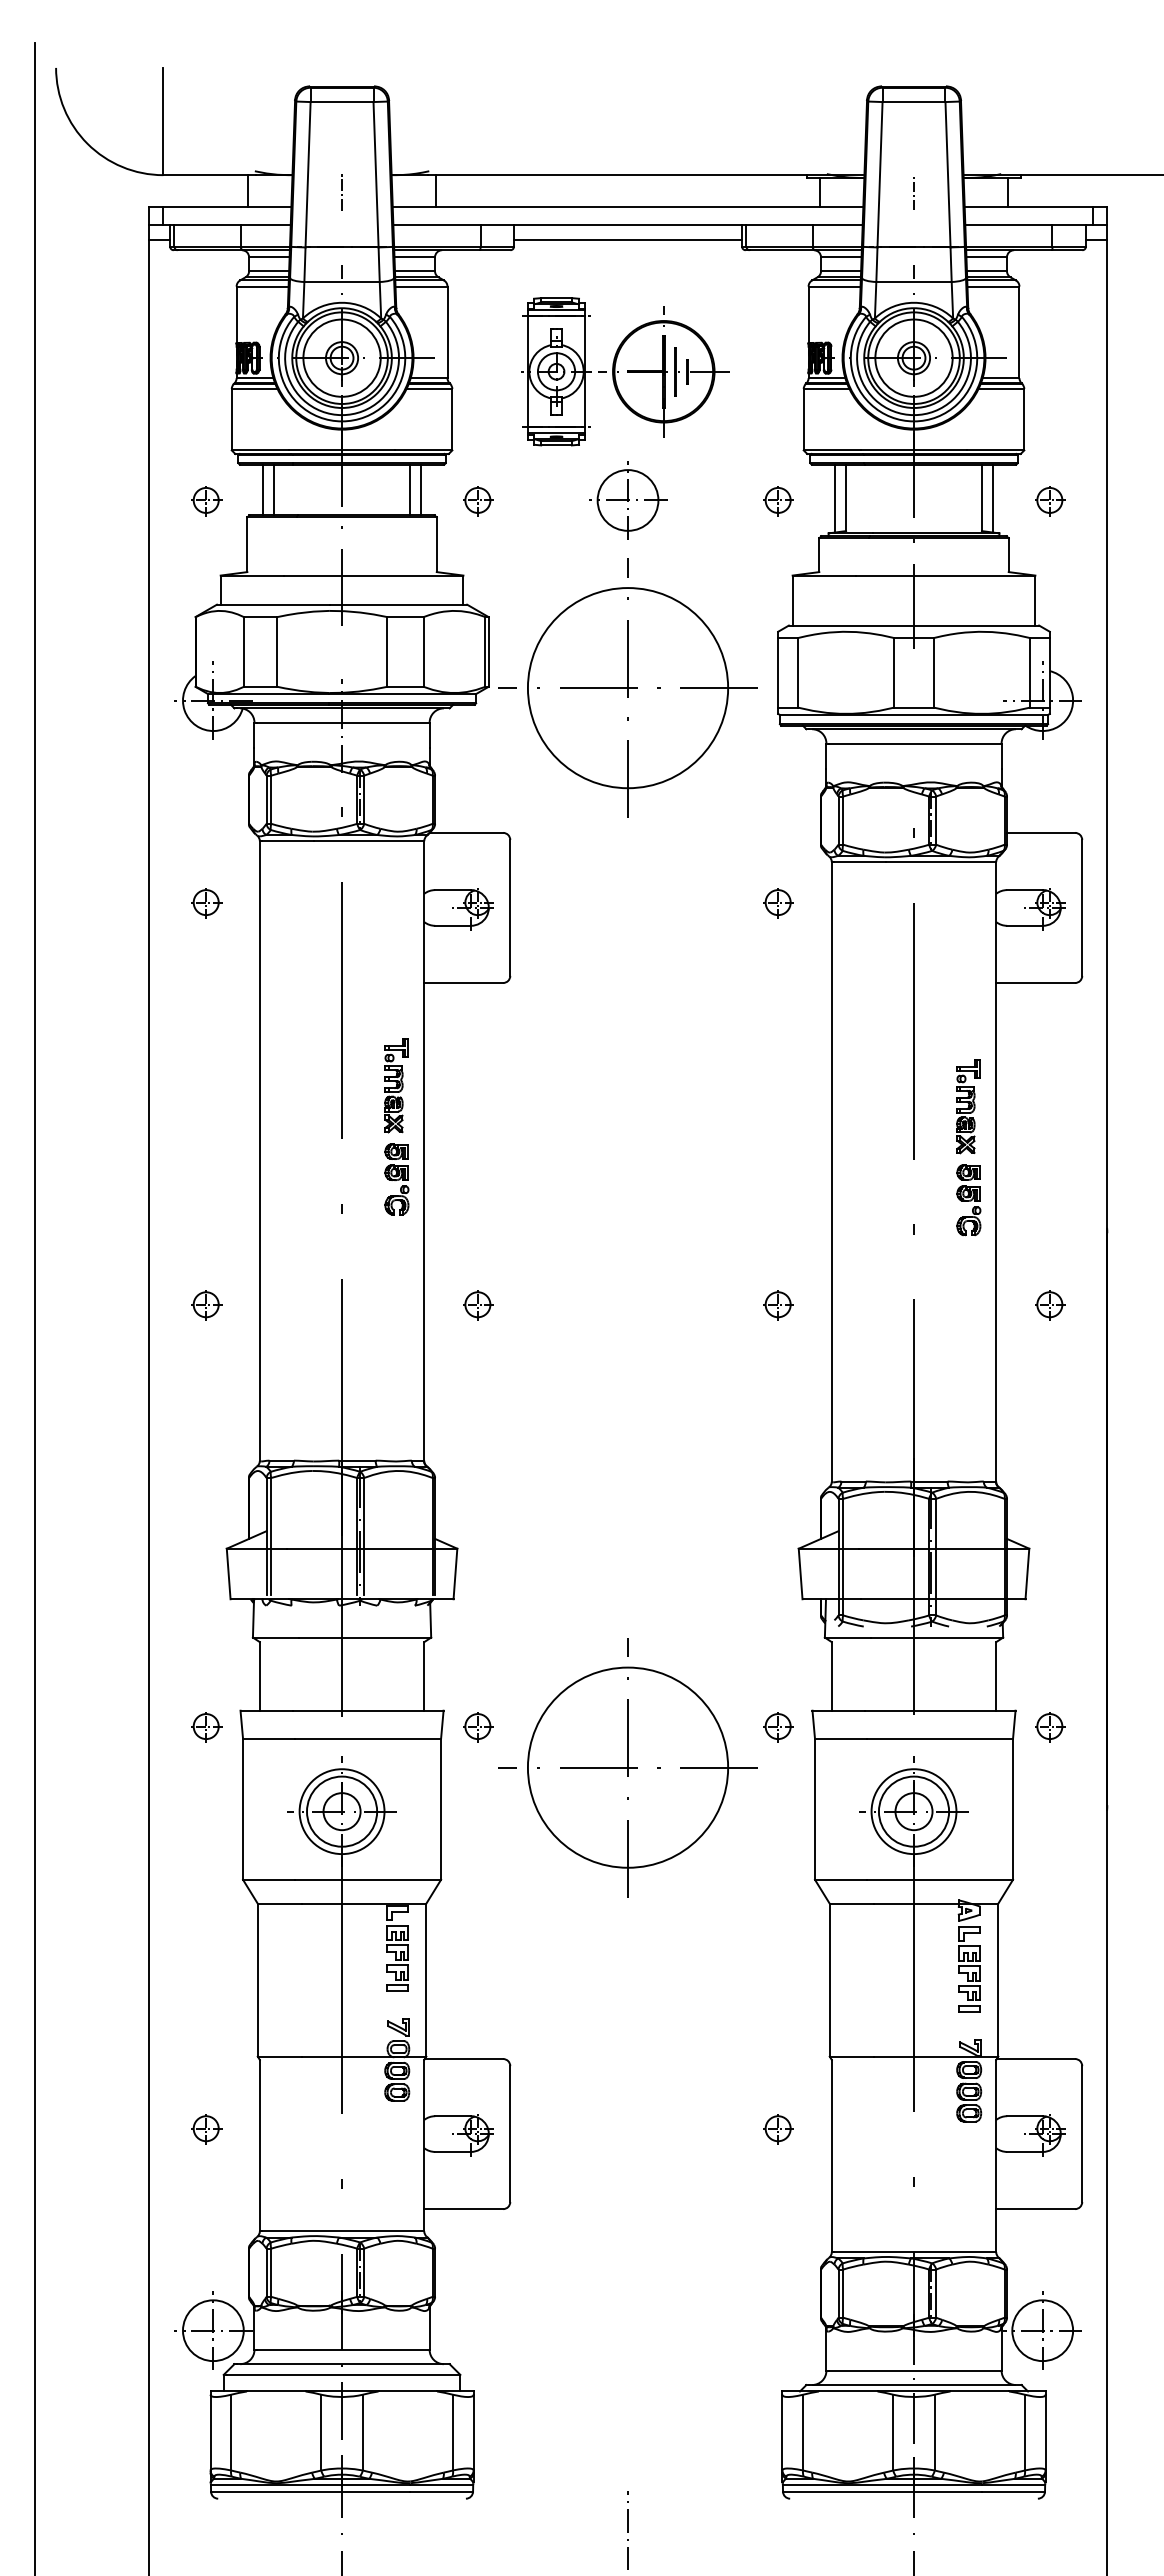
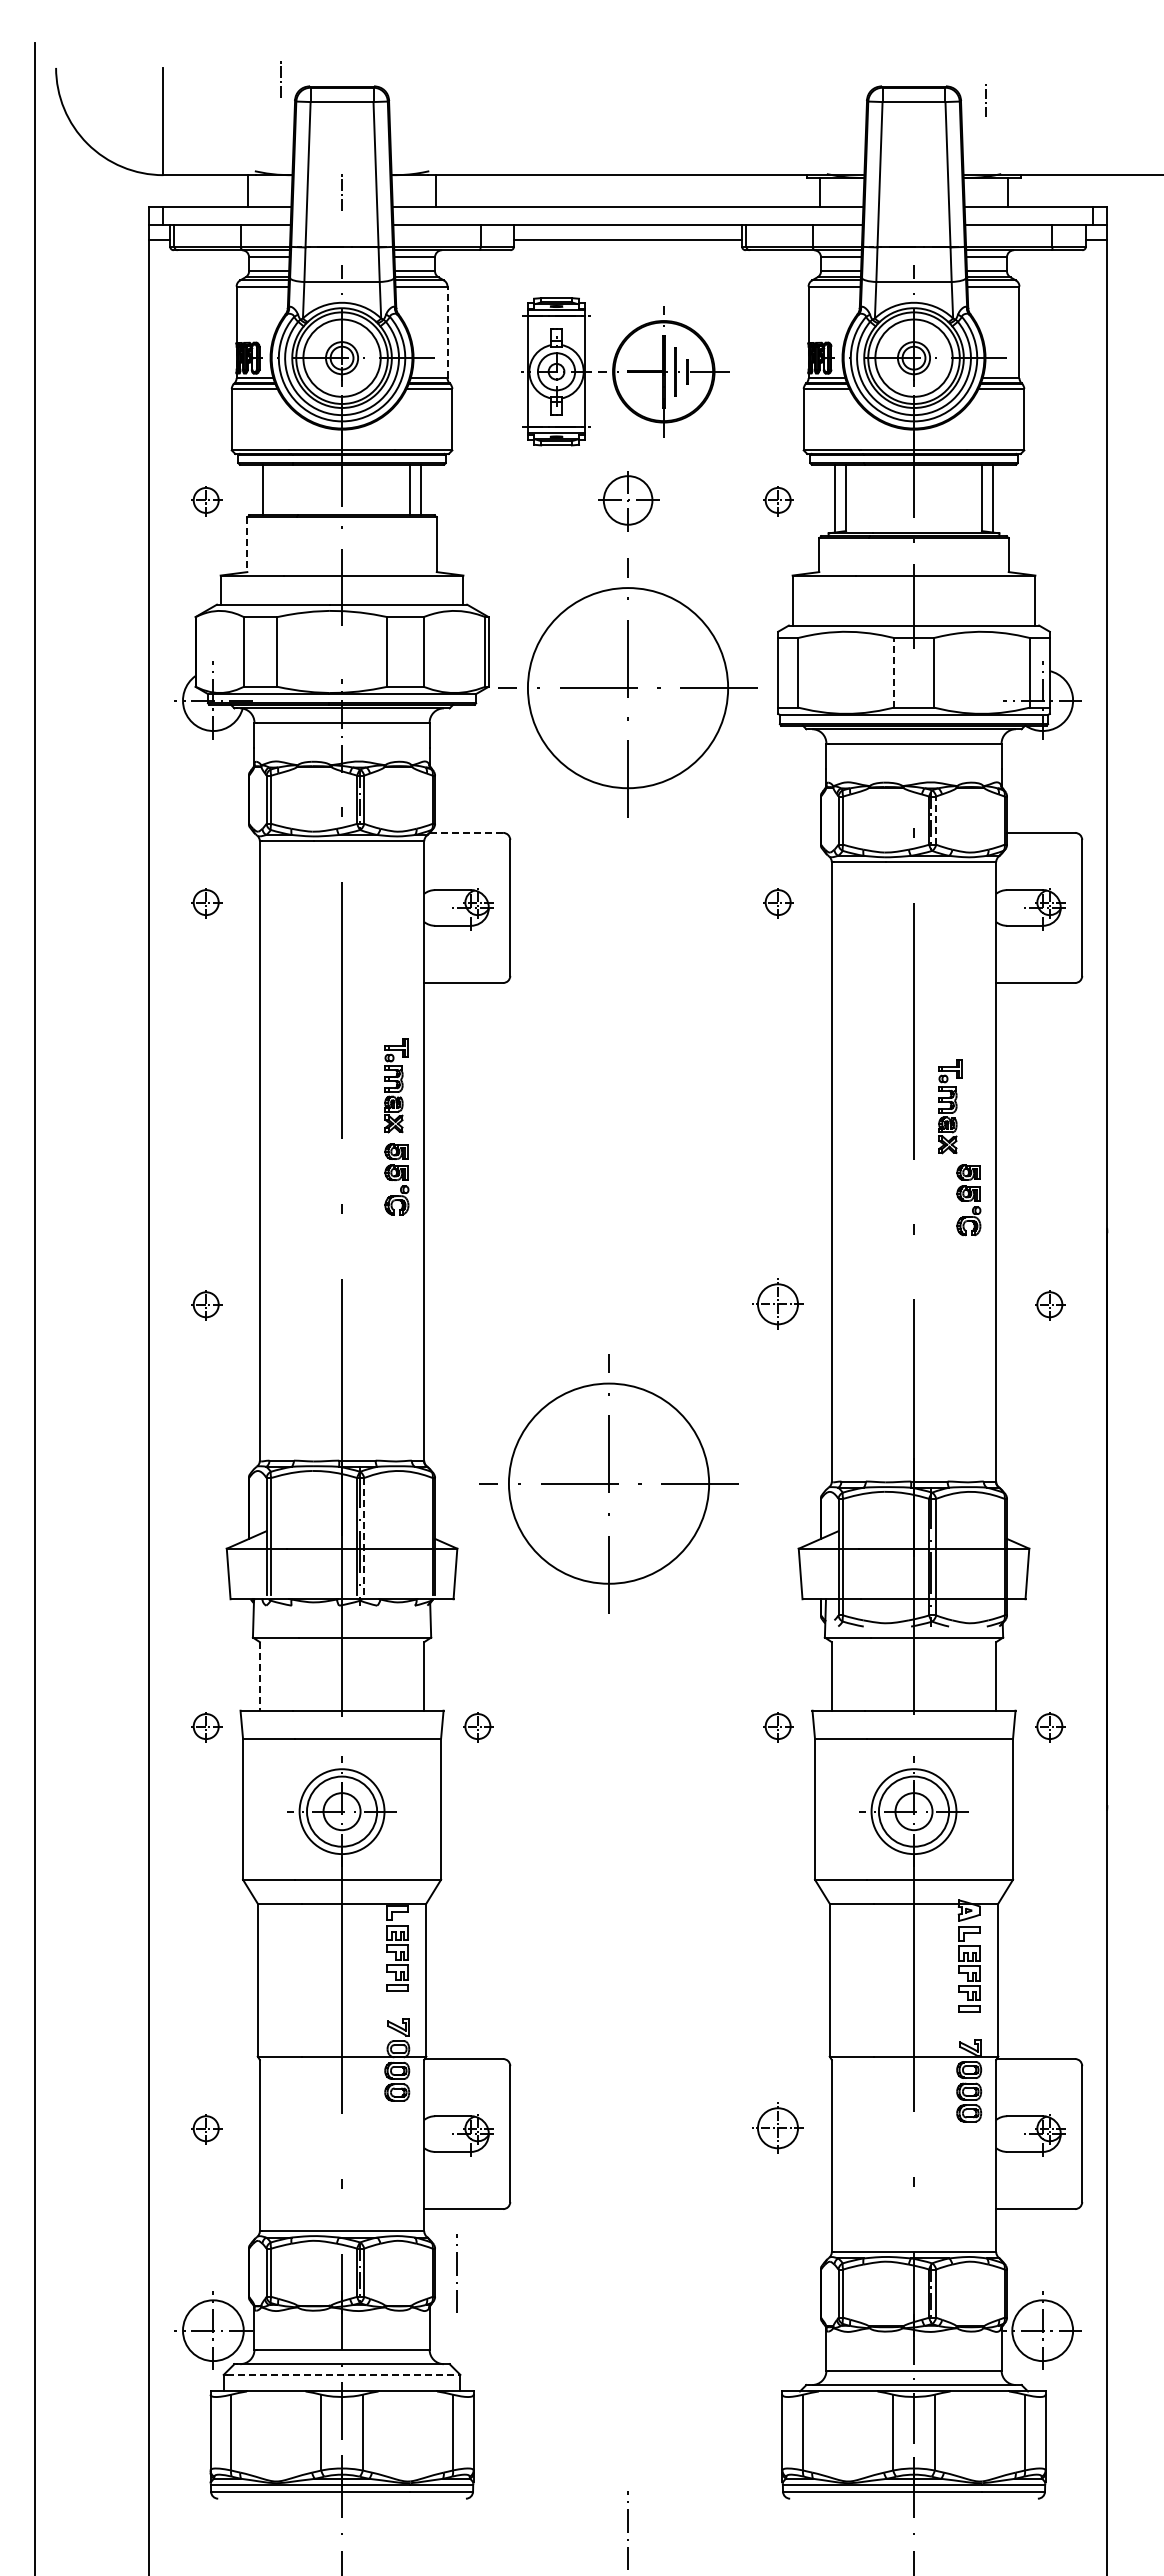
line at (280, 77): none -> present
line at (913, 191) position: (913, 191) -> (985, 98)
line at (447, 332): solid -> dashed
line at (274, 489): present -> none
part at (628, 500) size: 79x79 px -> 62x61 px
part at (478, 501): present -> none
part at (1050, 501): present -> none
line at (247, 545): solid -> dashed
line at (893, 672): solid -> dashed
line at (936, 820): solid -> dashed
line at (466, 832): solid -> dashed
part at (968, 1106) position: (968, 1106) -> (950, 1106)
part at (478, 1305): present -> none
part at (778, 1305) size: 31x31 px -> 52x52 px
line at (364, 1535): solid -> dashed
line at (259, 1676): solid -> dashed
part at (627, 1767) position: (627, 1767) -> (608, 1483)
part at (778, 2129) size: 31x31 px -> 52x52 px
line at (456, 2273): none -> present
line at (343, 2374): solid -> dashed
